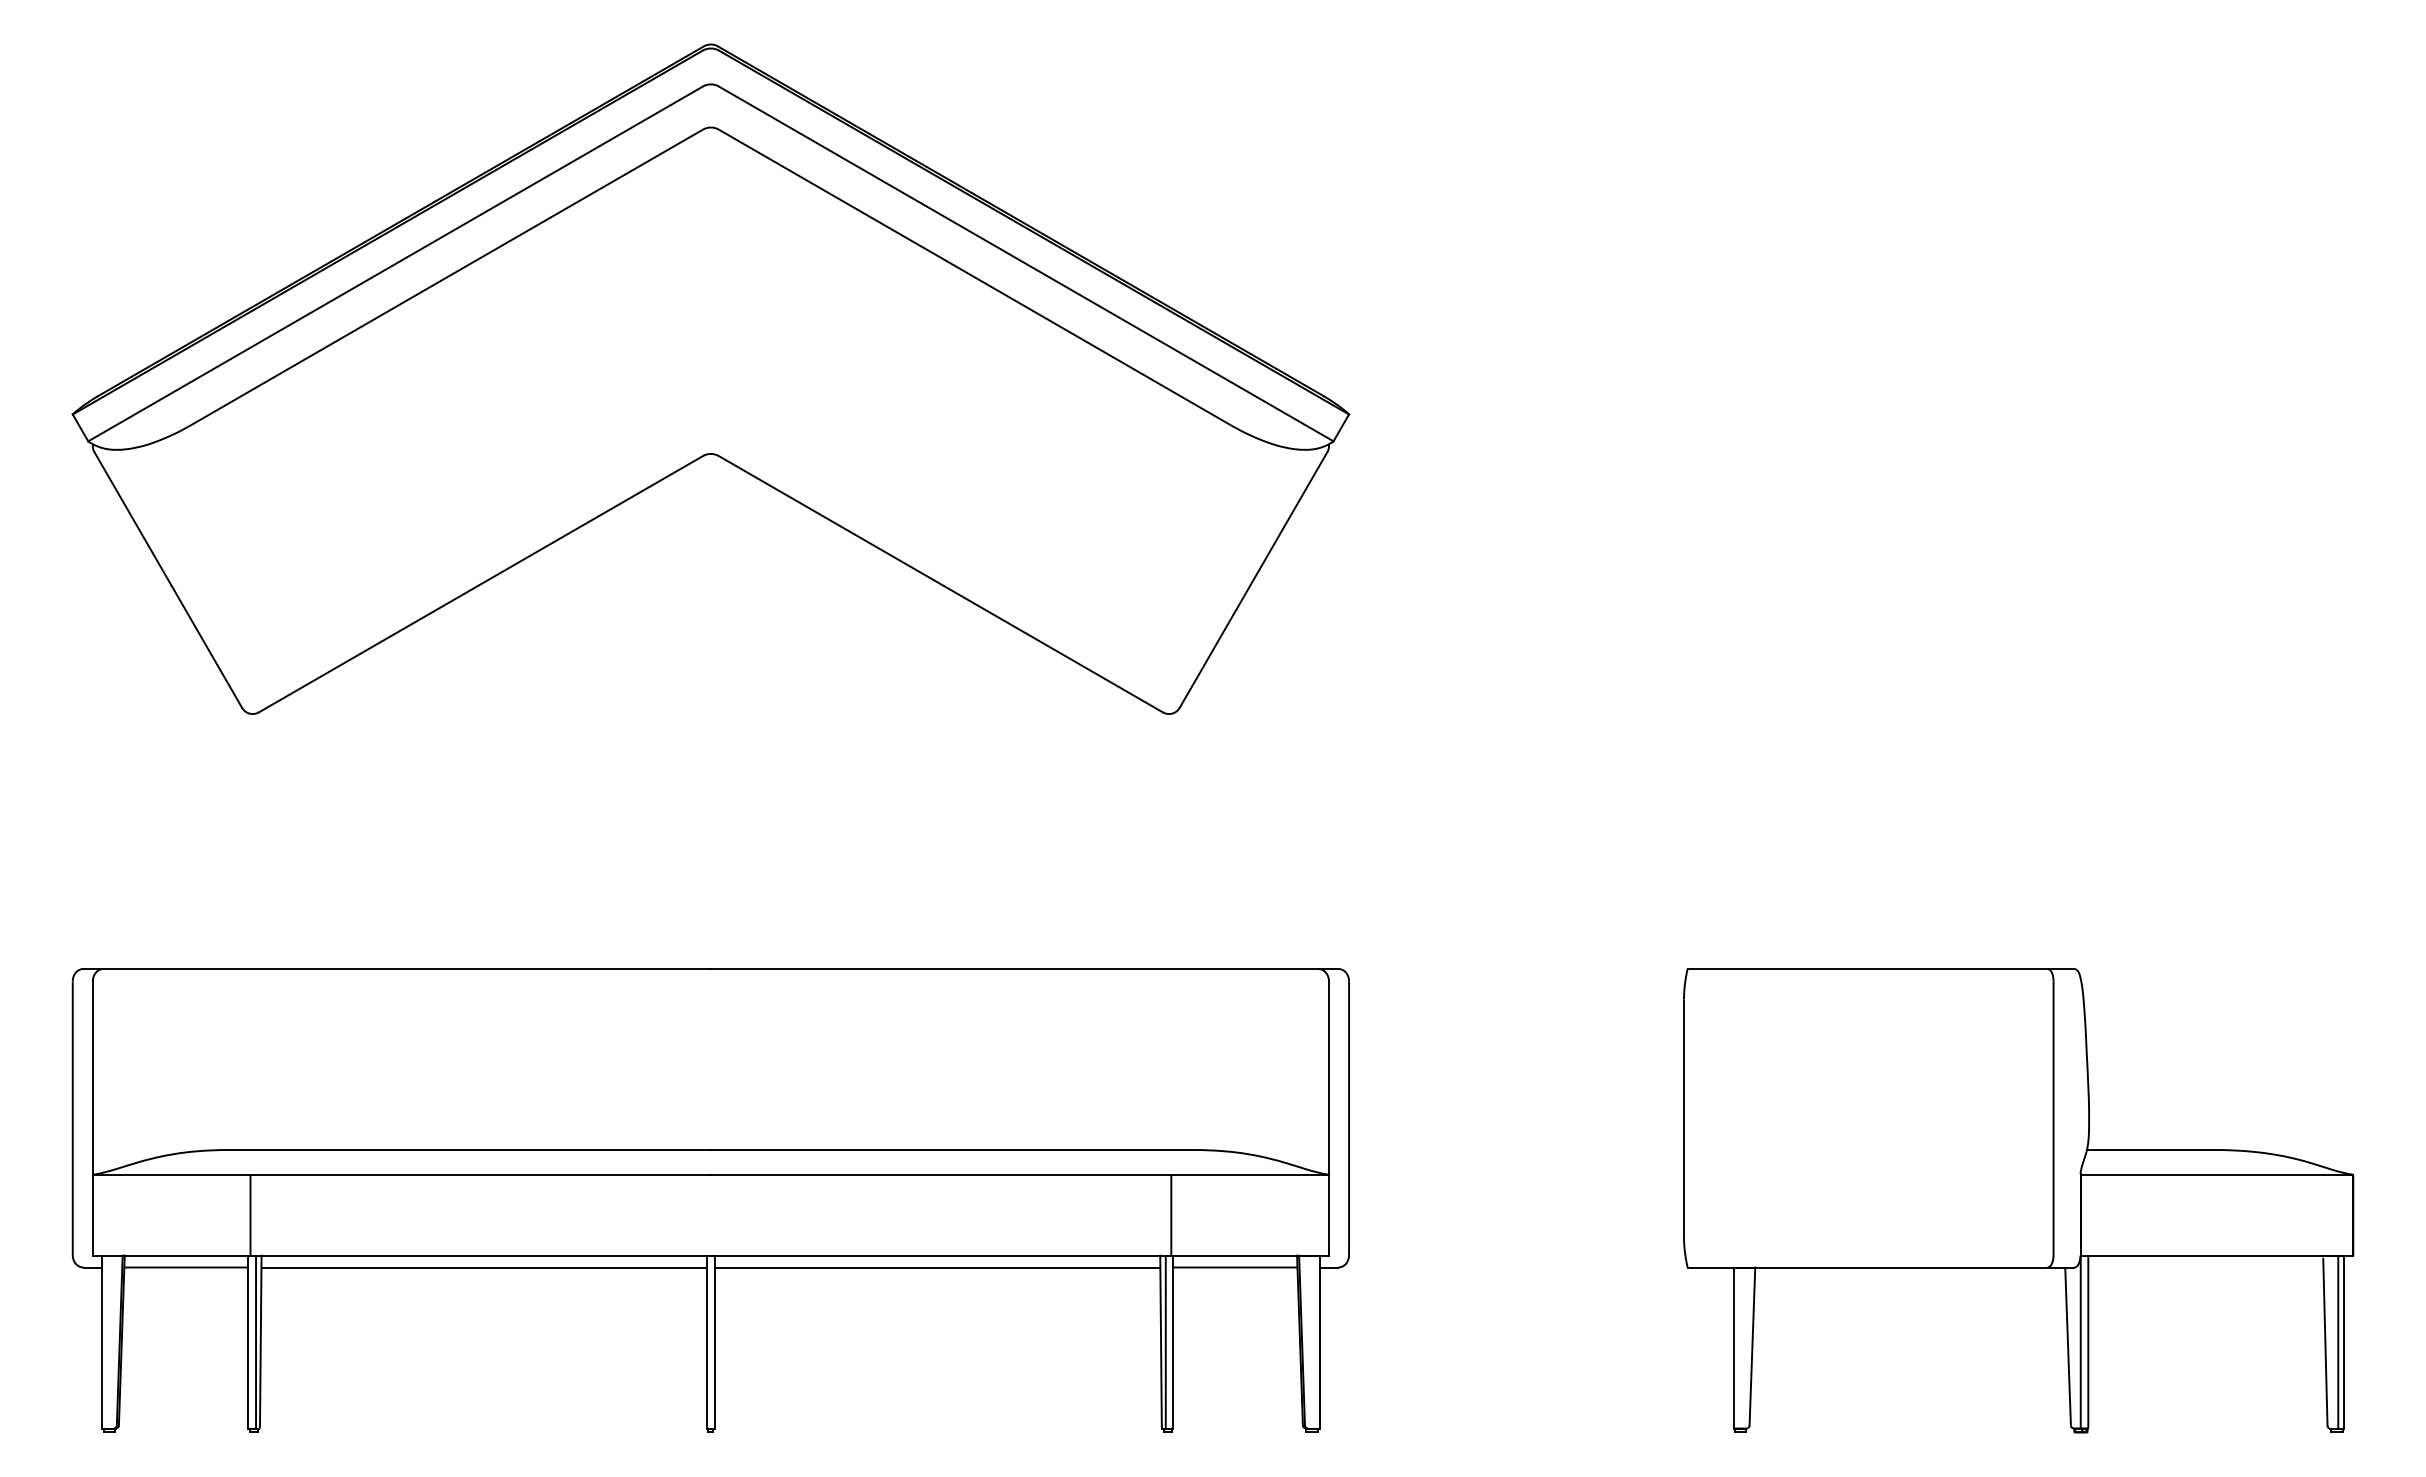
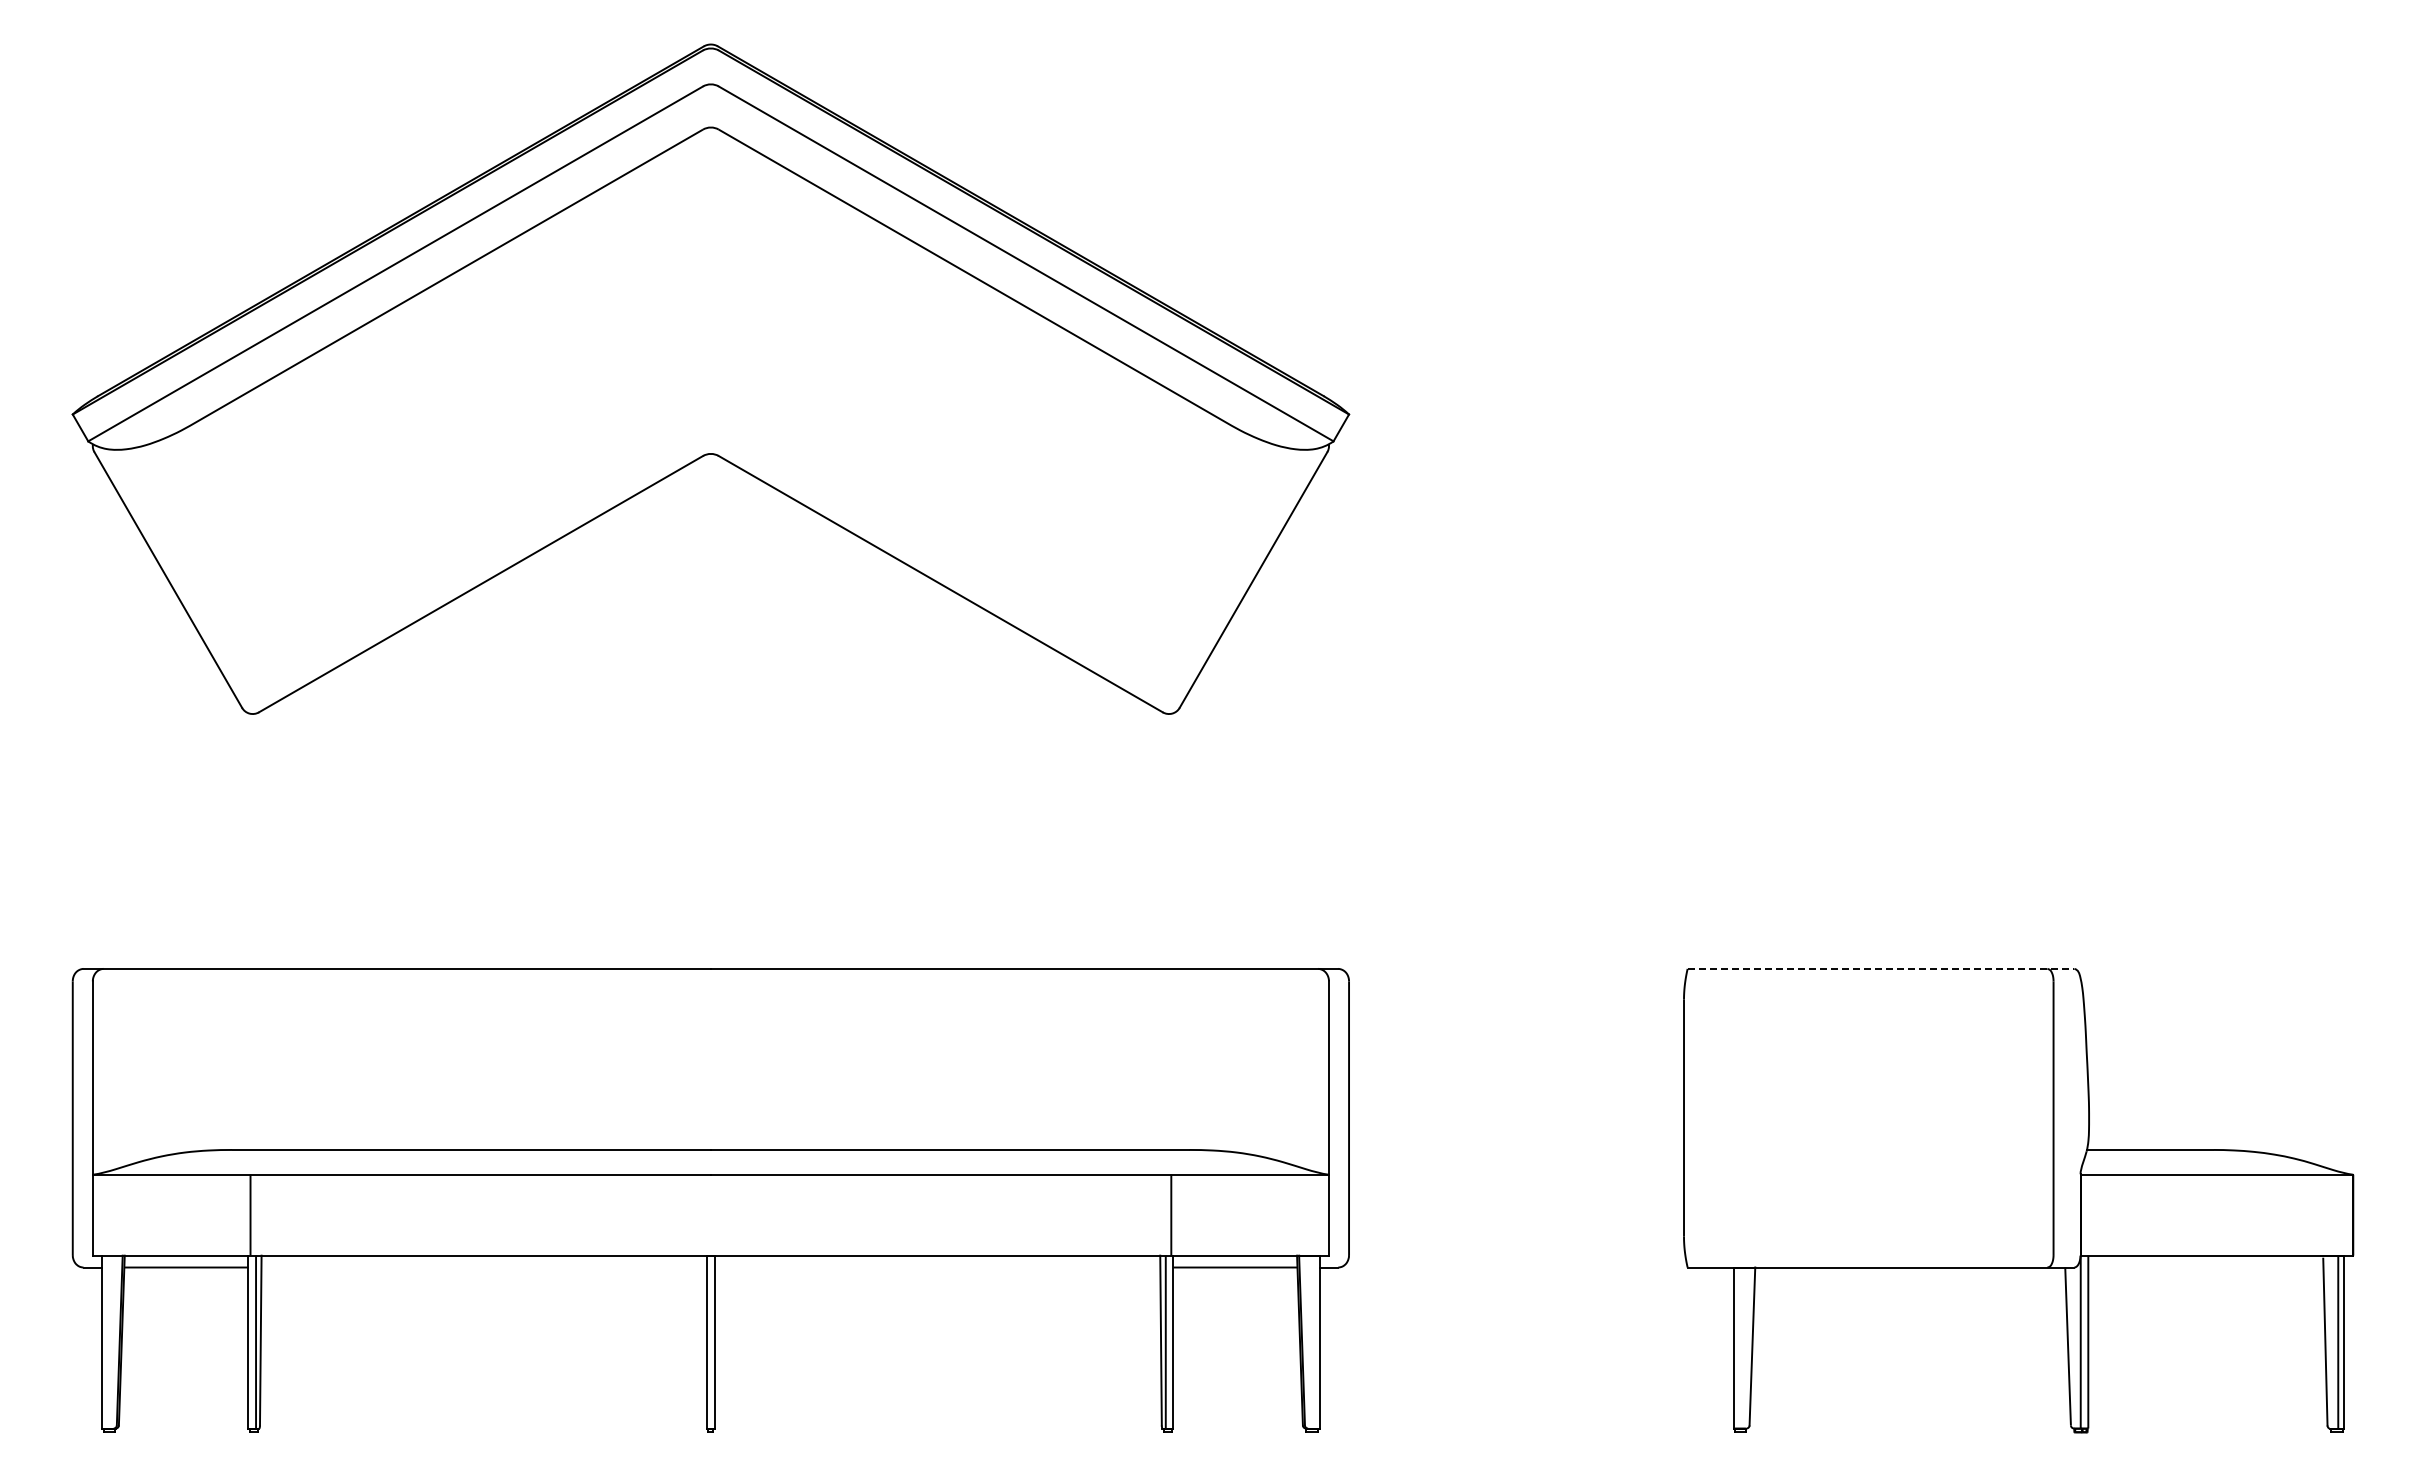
line at (1881, 968): solid -> dashed
line at (483, 1267): present -> none
line at (937, 1267): present -> none
